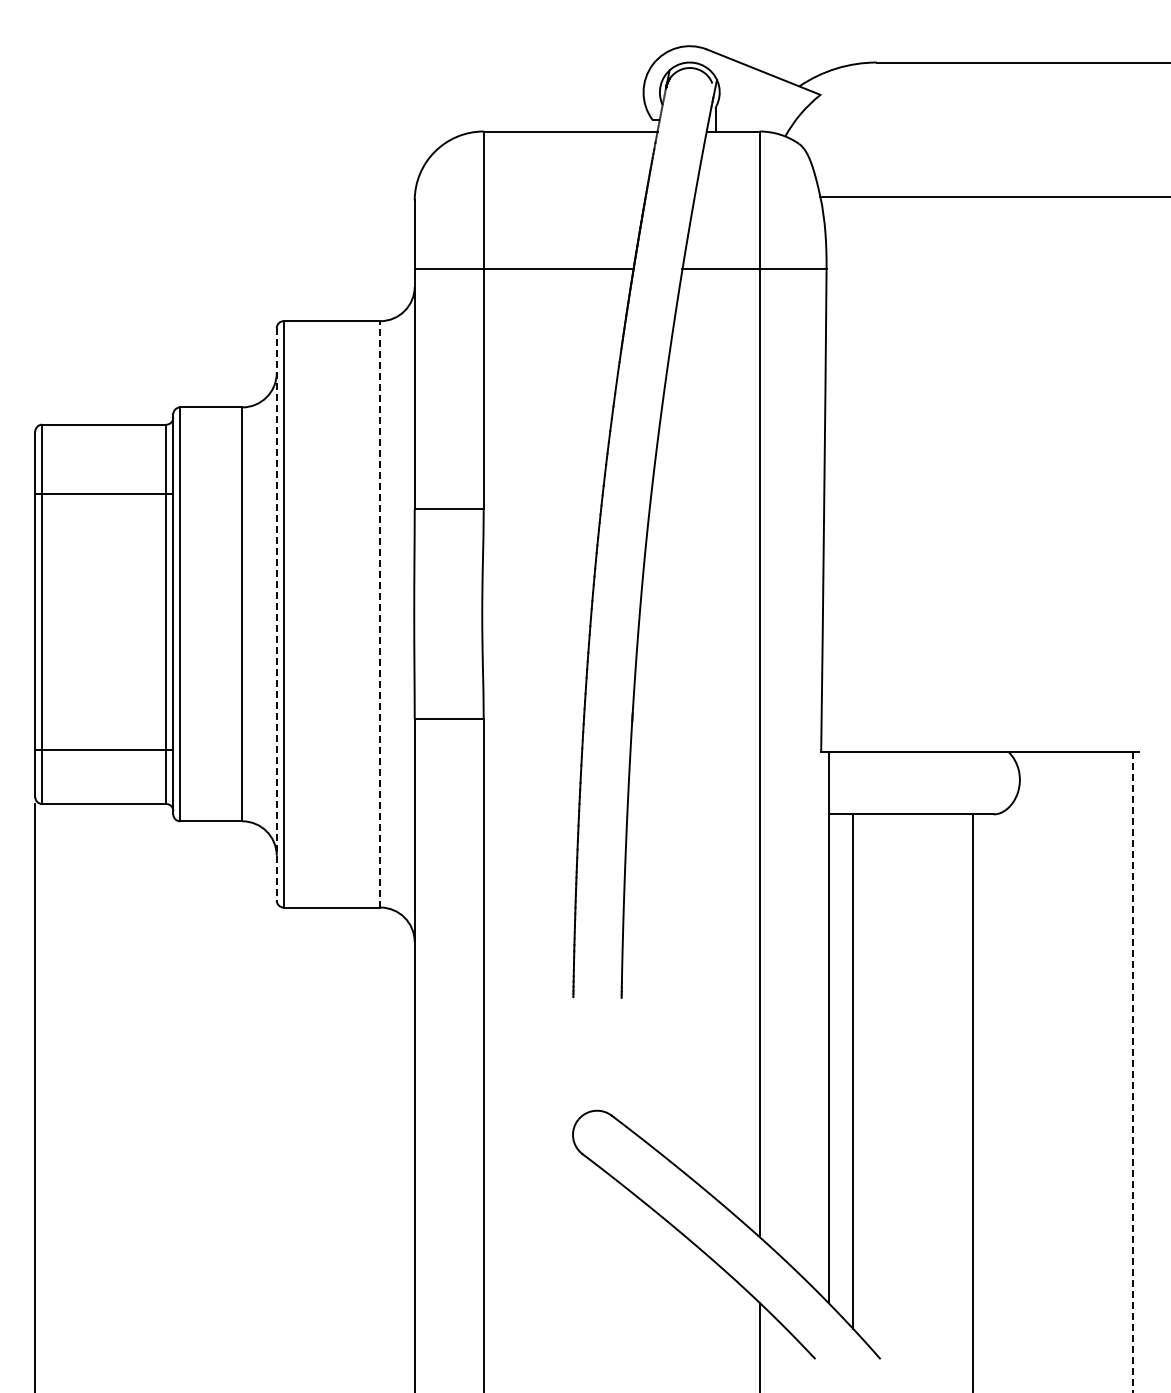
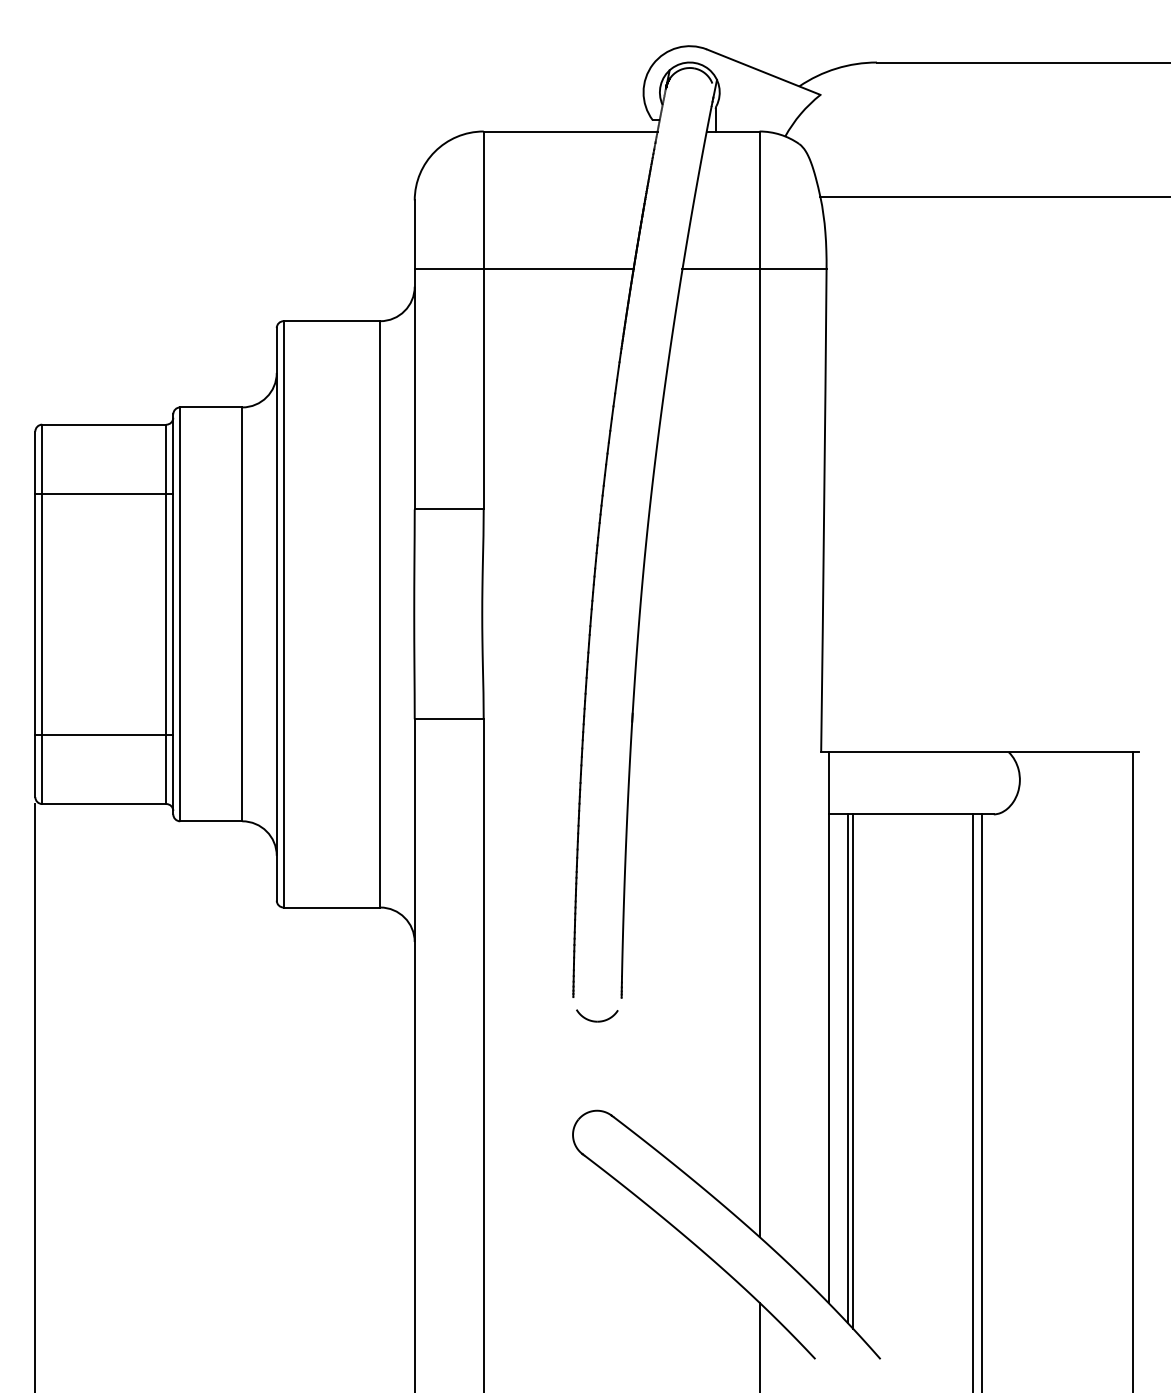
line at (380, 613): dashed -> solid
line at (276, 614): dashed -> solid
line at (104, 750) position: (104, 750) -> (104, 735)
part at (597, 1015): none -> present
line at (848, 1068): none -> present
line at (1133, 1073): dashed -> solid
line at (981, 1101): none -> present
